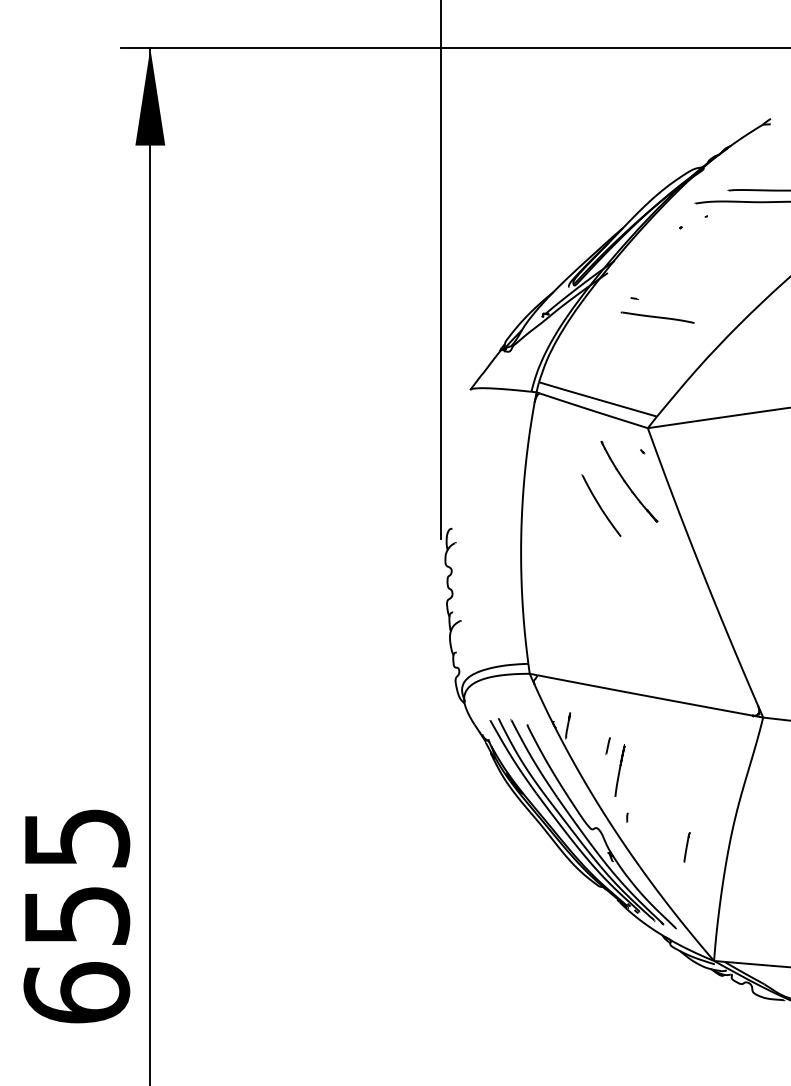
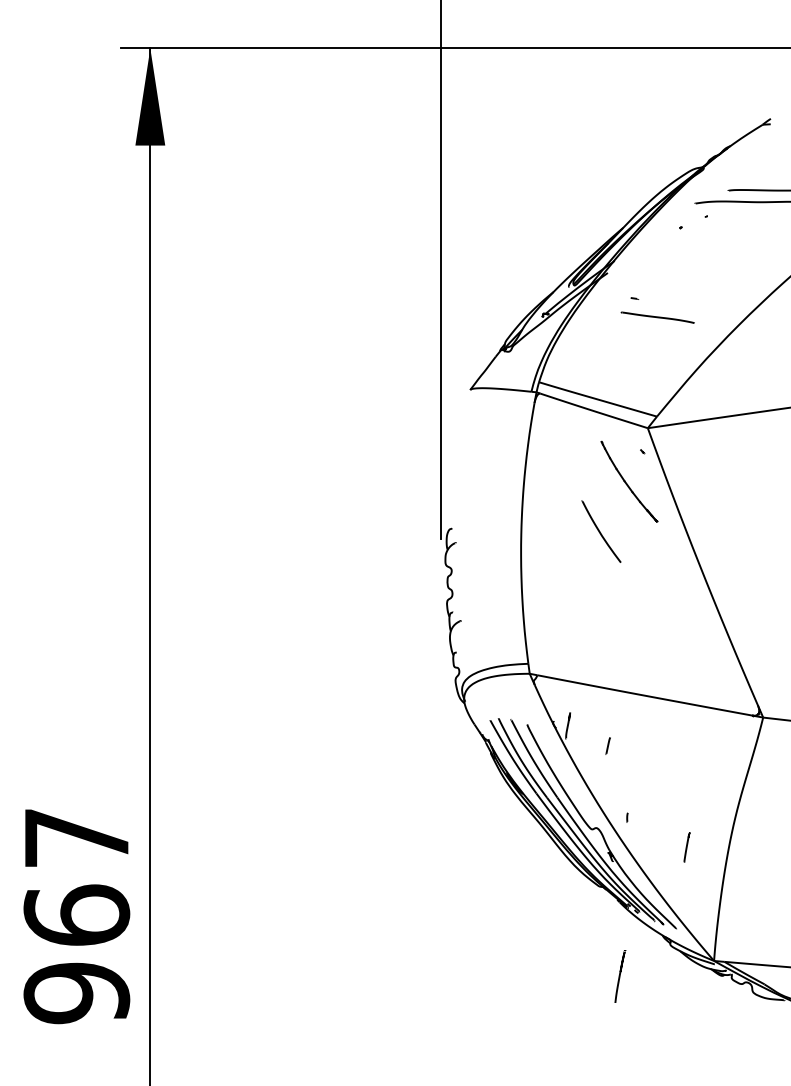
curve at (600, 505) position: (600, 505) -> (600, 531)
line at (619, 770) position: (619, 770) -> (619, 976)
text at (76, 916): 655 -> 967
